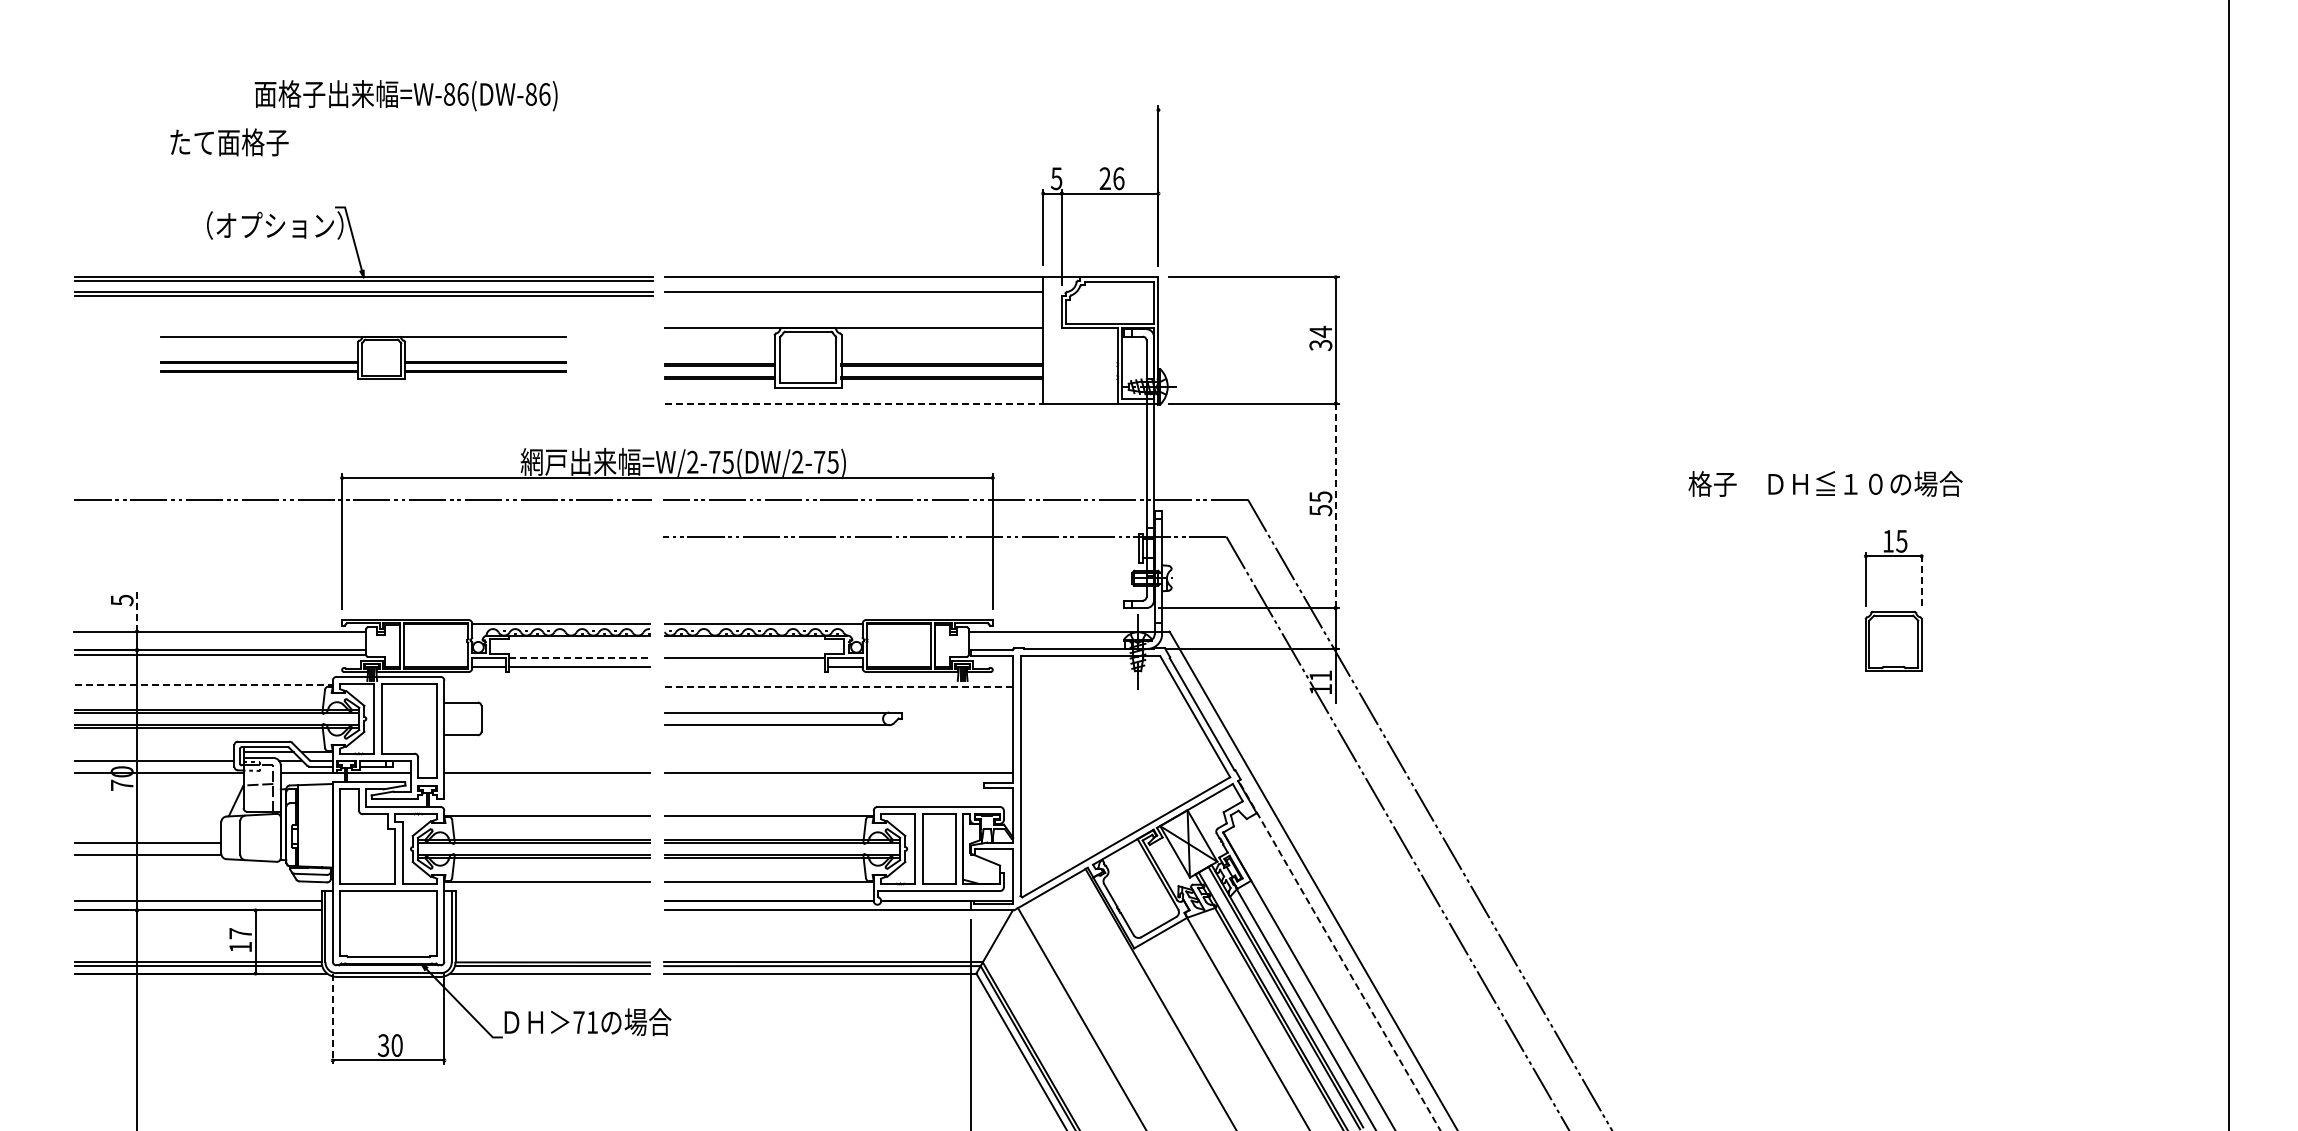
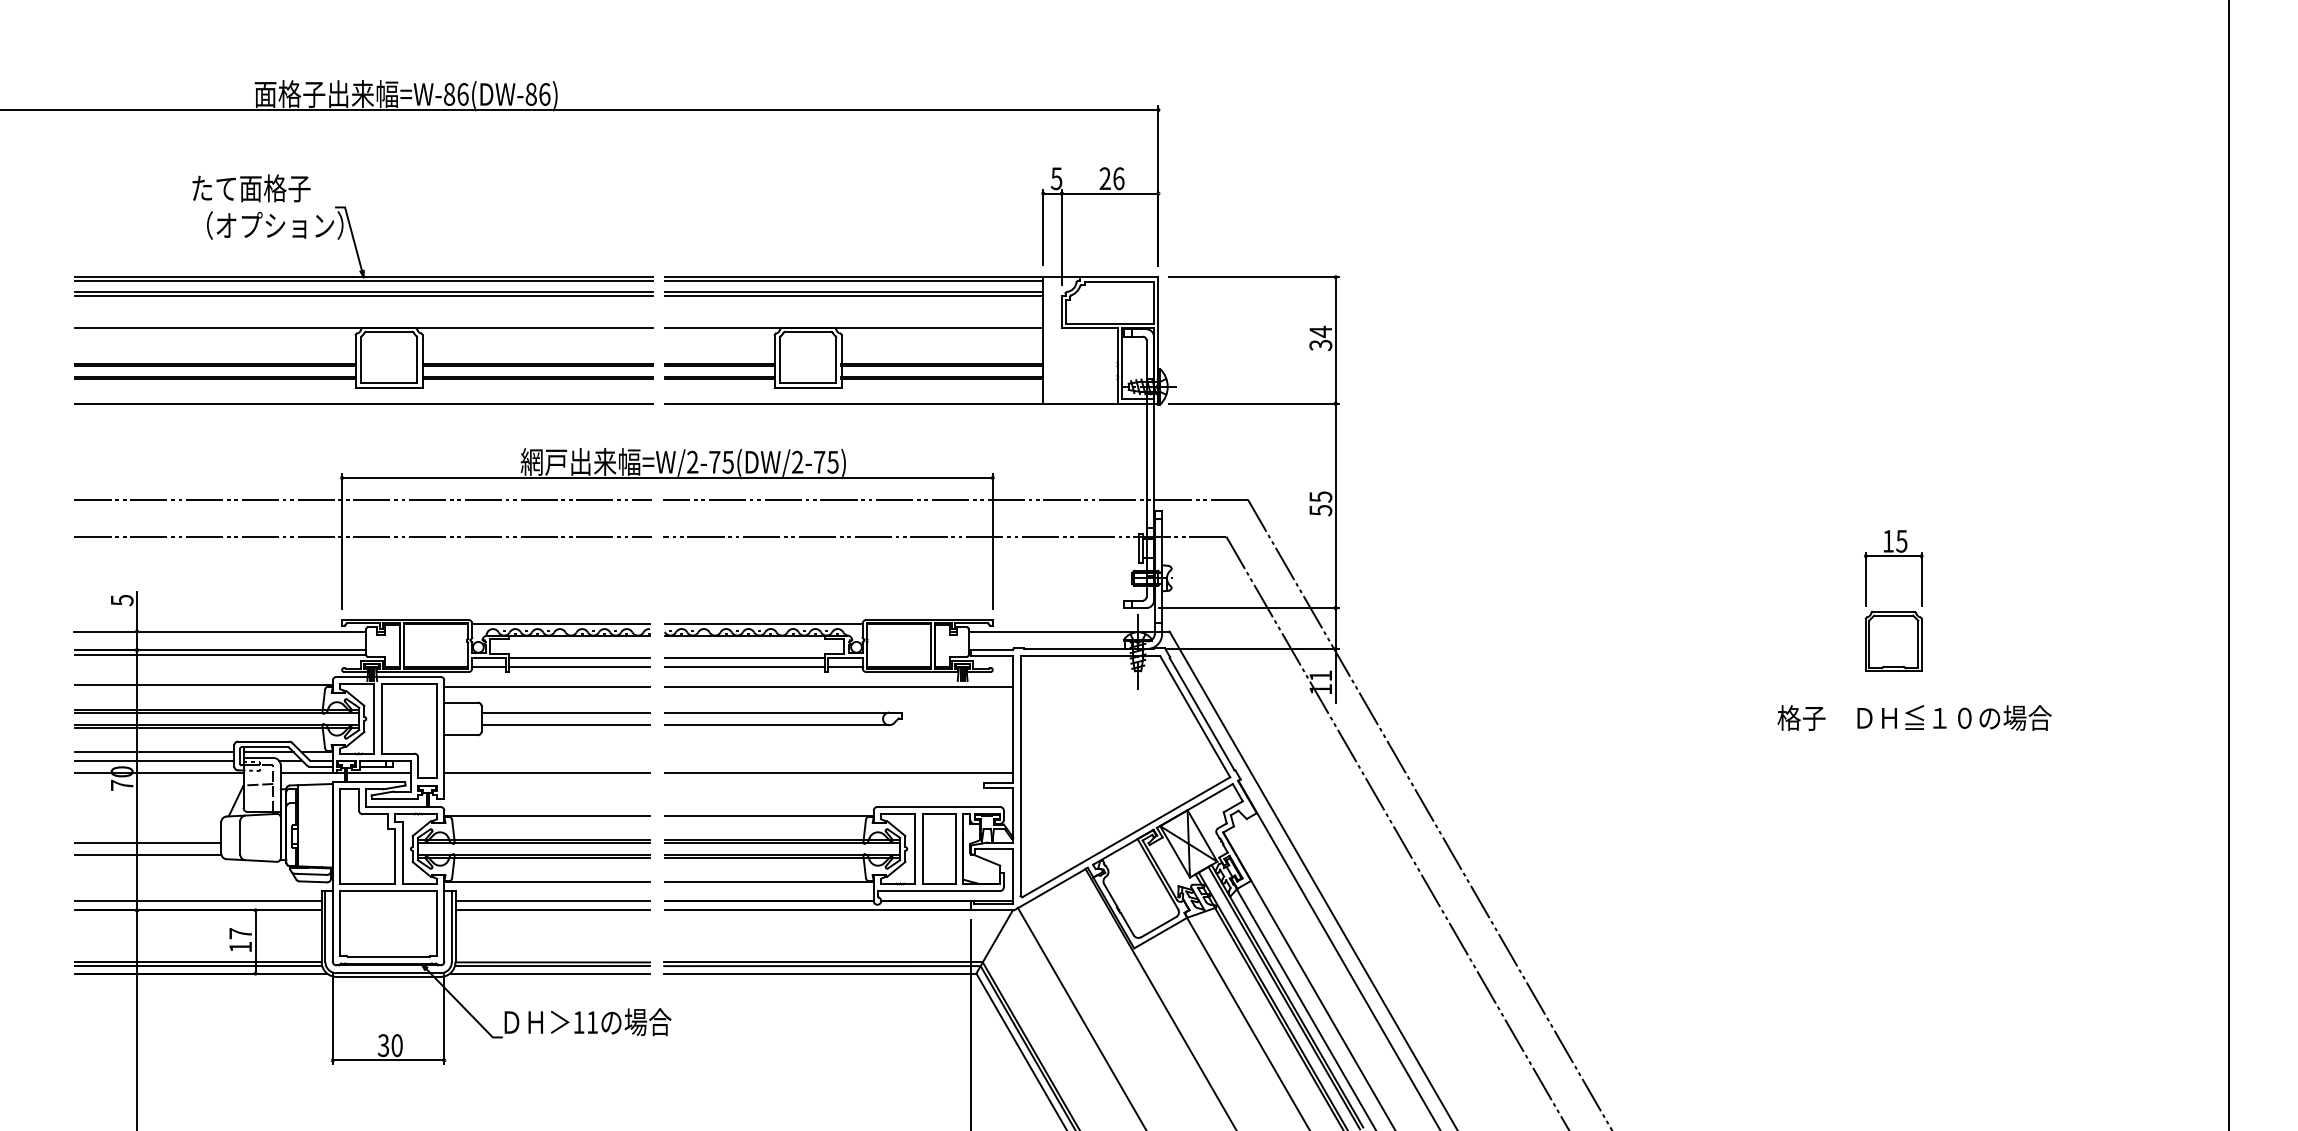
line at (580, 110): none -> present
text at (229, 142) position: (229, 142) -> (251, 188)
line at (854, 280): none -> present
line at (854, 295): none -> present
part at (363, 357) size: 407x44 px -> 580x62 px
line at (363, 403): none -> present
line at (854, 403): dashed -> solid
text at (1825, 483) position: (1825, 483) -> (1914, 717)
line at (1335, 505): dashed -> solid
line at (363, 536): none -> present
line at (1921, 579): dashed -> solid
line at (137, 611): dashed -> solid
line at (580, 657): dashed -> solid
line at (744, 667): none -> present
line at (204, 685): dashed -> solid
line at (547, 687): none -> present
line at (838, 687): dashed -> solid
line at (565, 712): none -> present
line at (565, 725): none -> present
line at (154, 752): none -> present
line at (552, 901): none -> present
line at (552, 910): none -> present
line at (1339, 955): dashed -> solid
line at (332, 1019): dashed -> solid
text at (578, 1022): 71 -> 11
